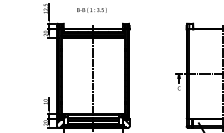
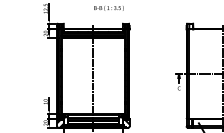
text at (91, 10) position: (91, 10) -> (108, 8)
